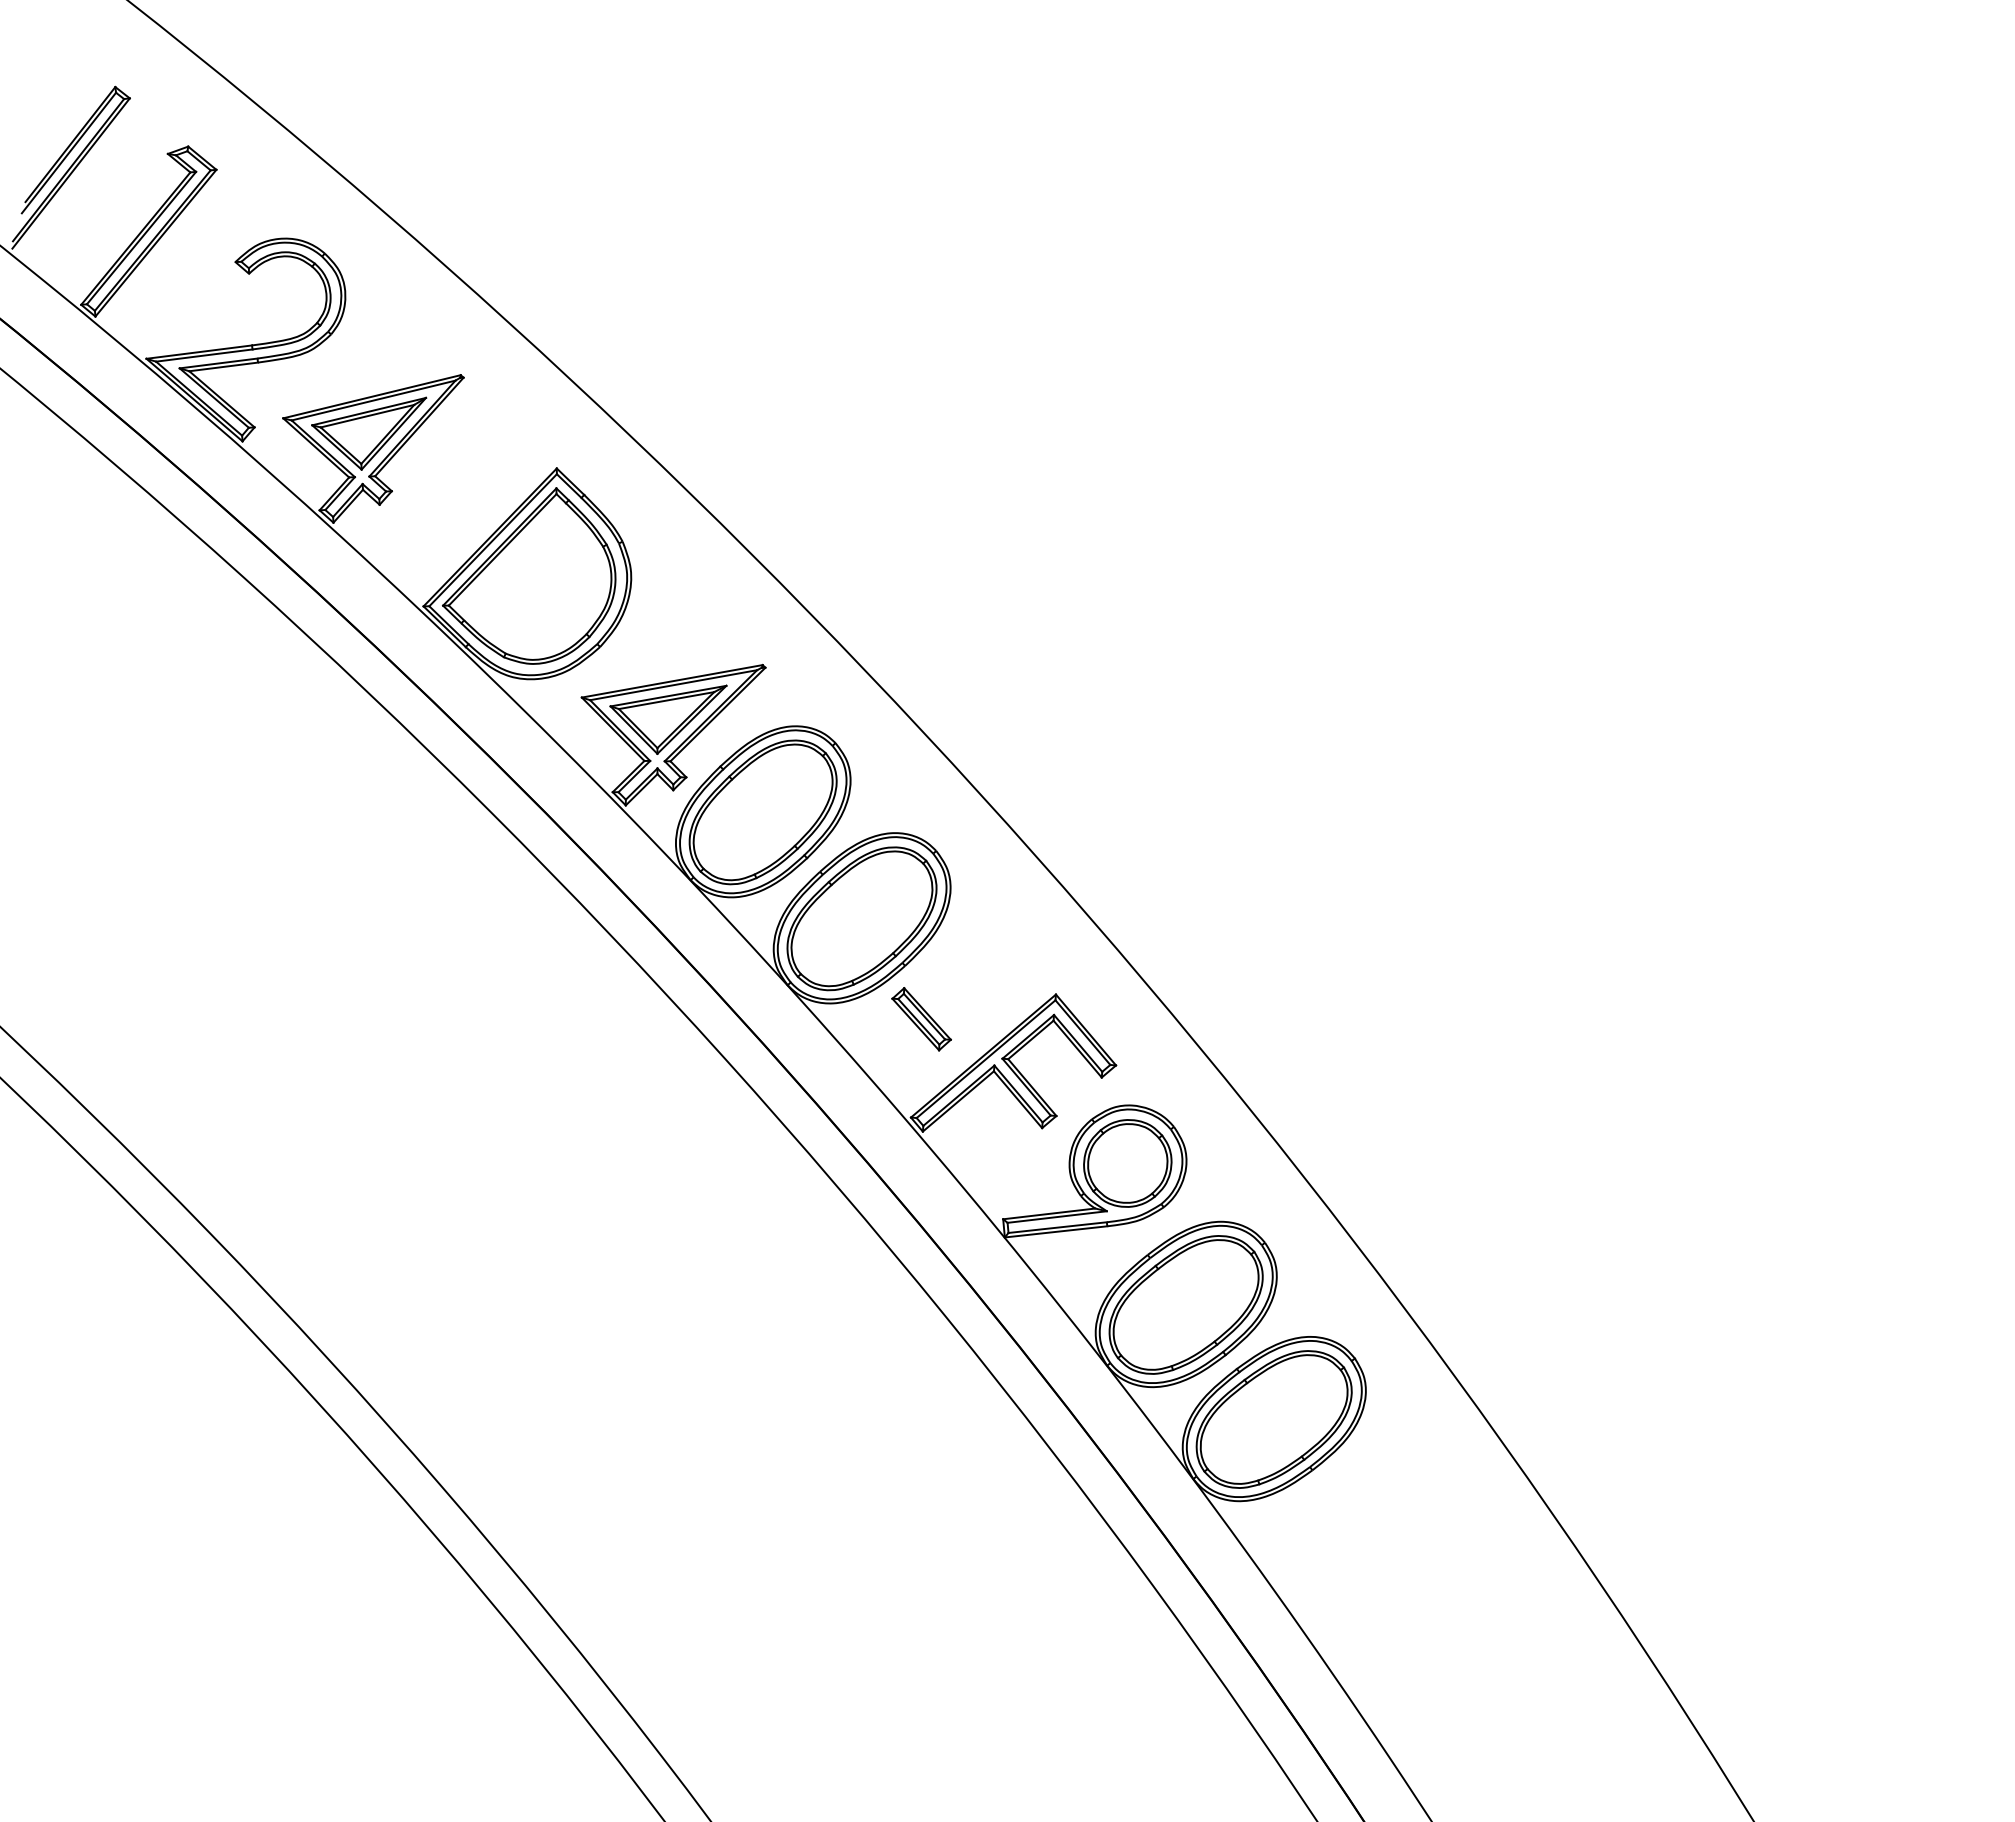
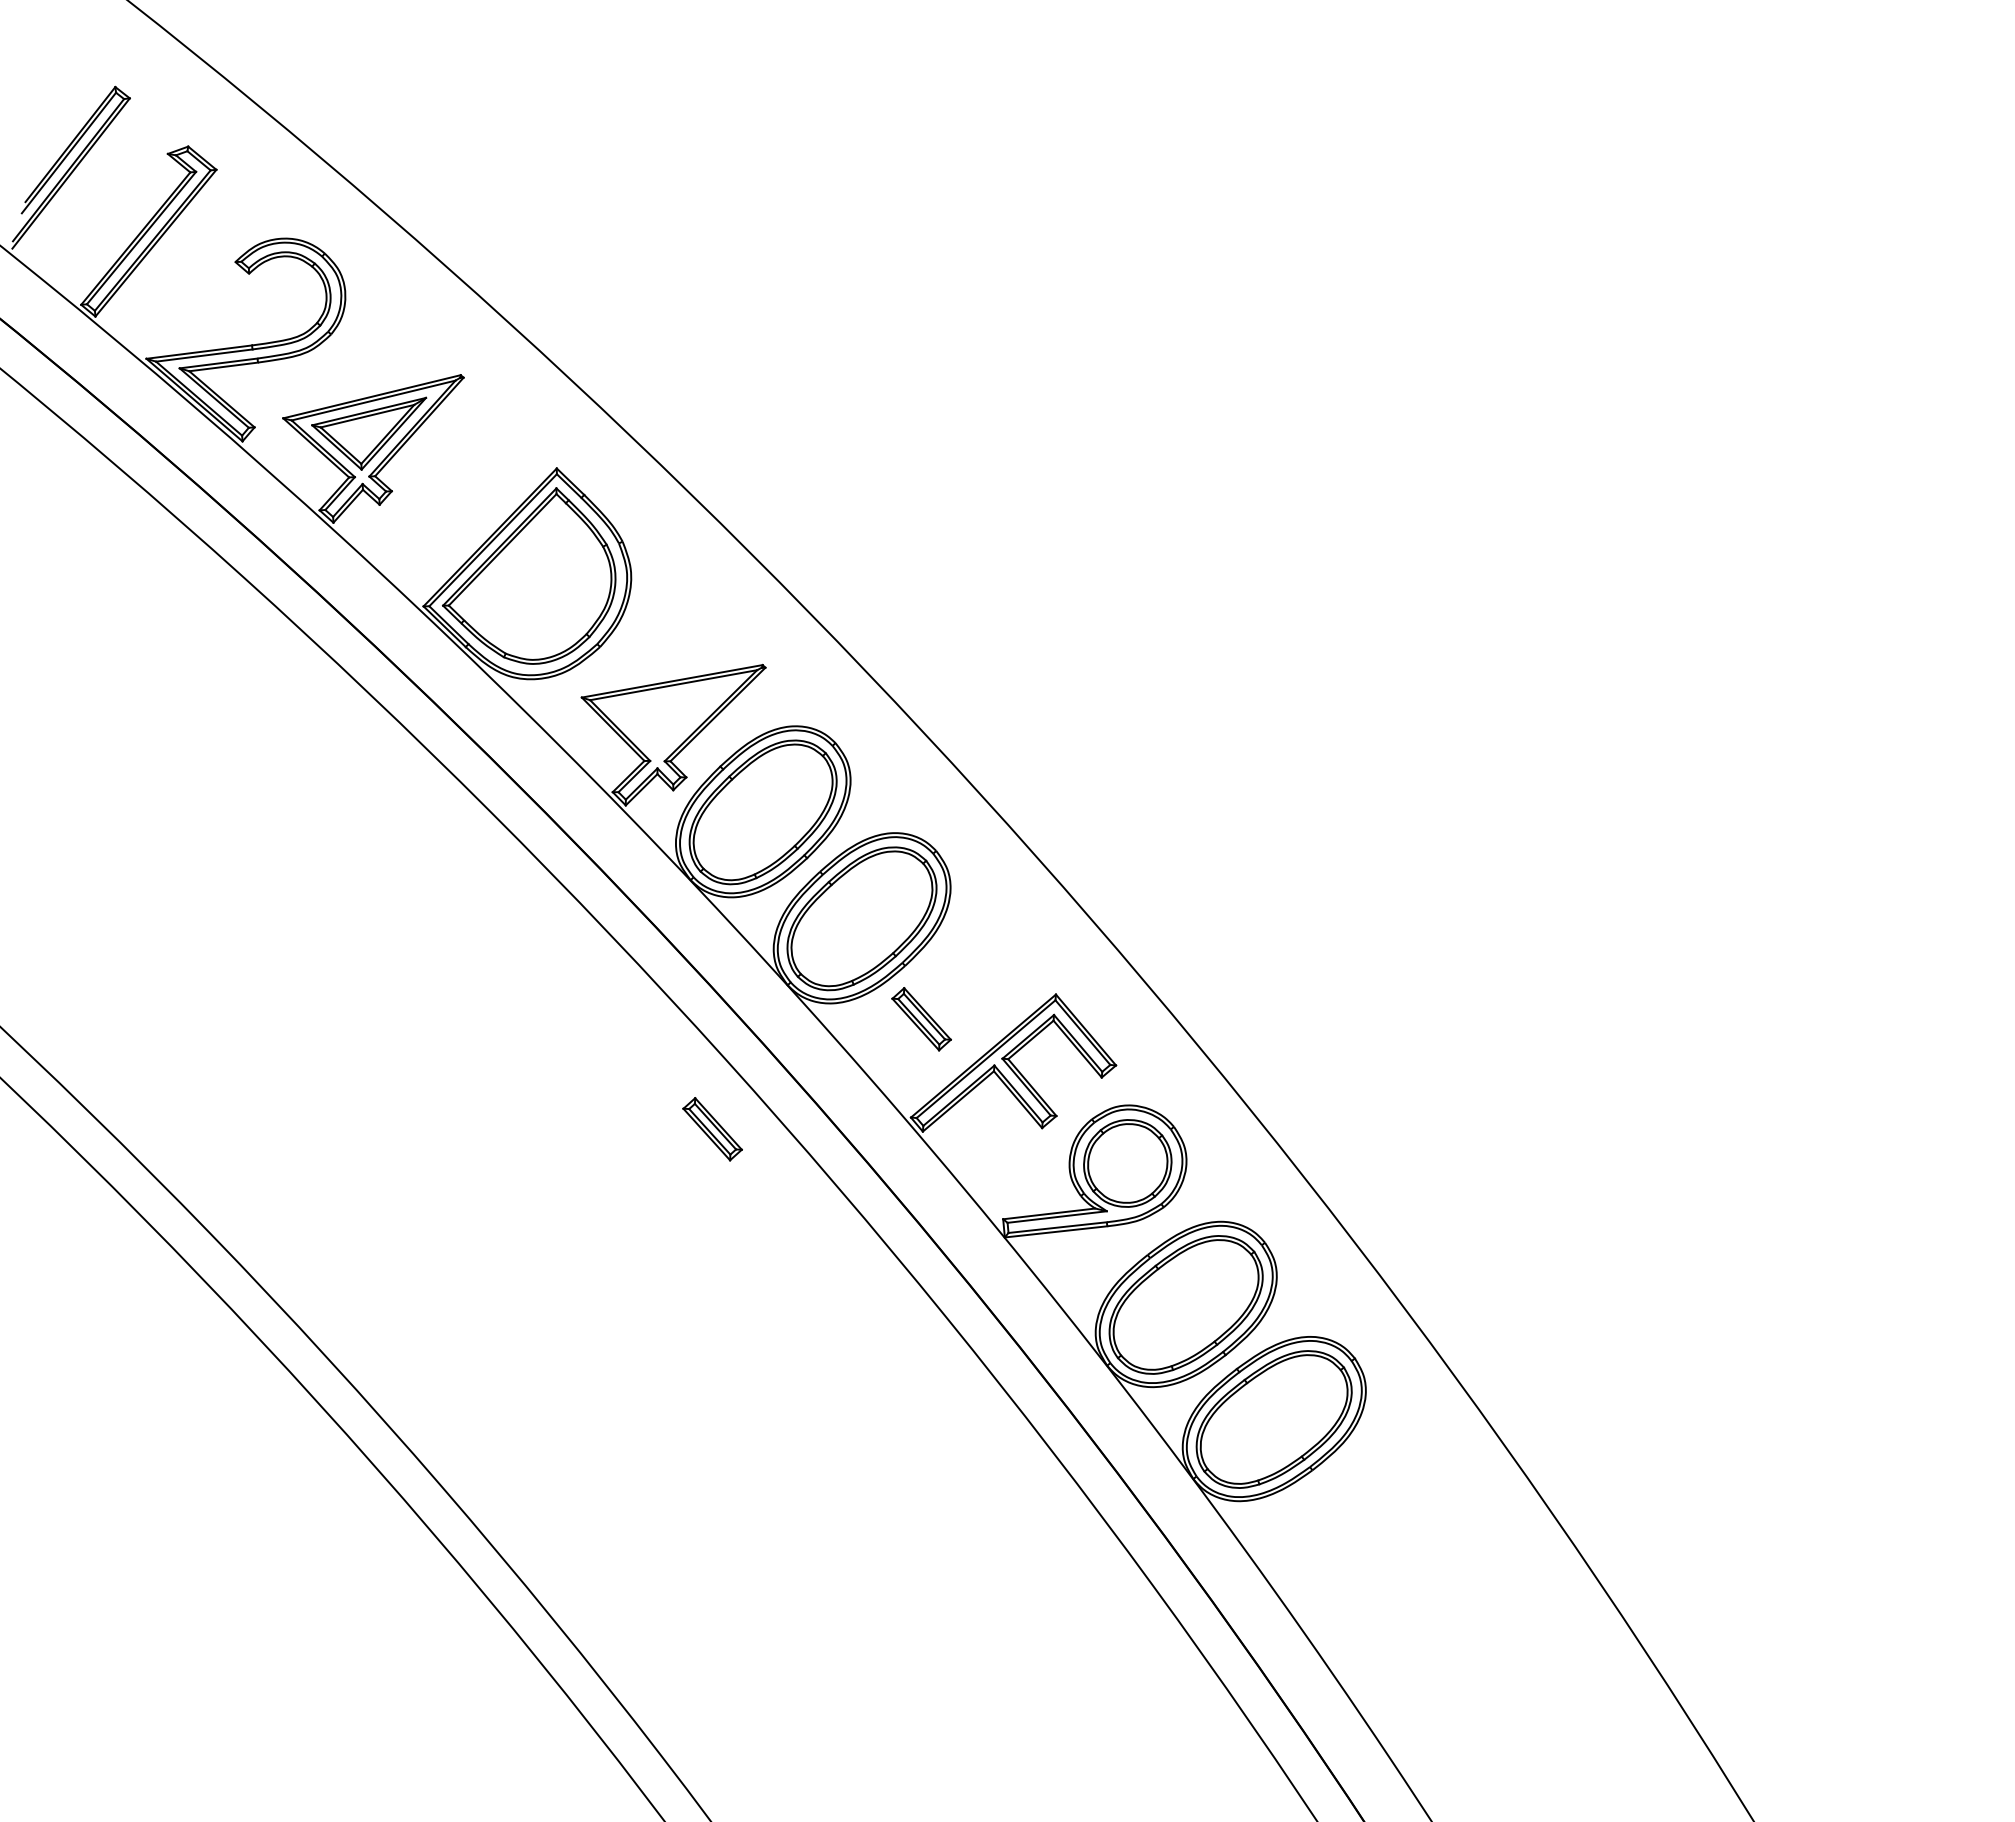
part at (668, 719): present -> none
part at (712, 1129): none -> present
